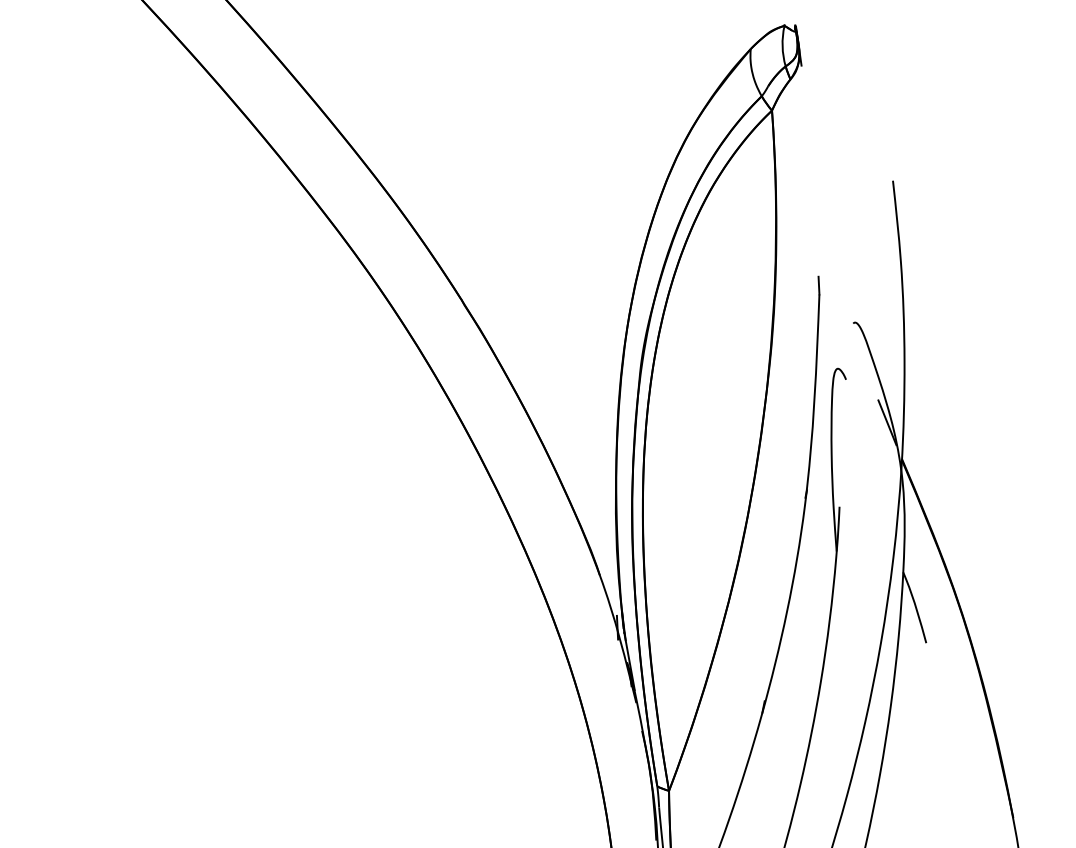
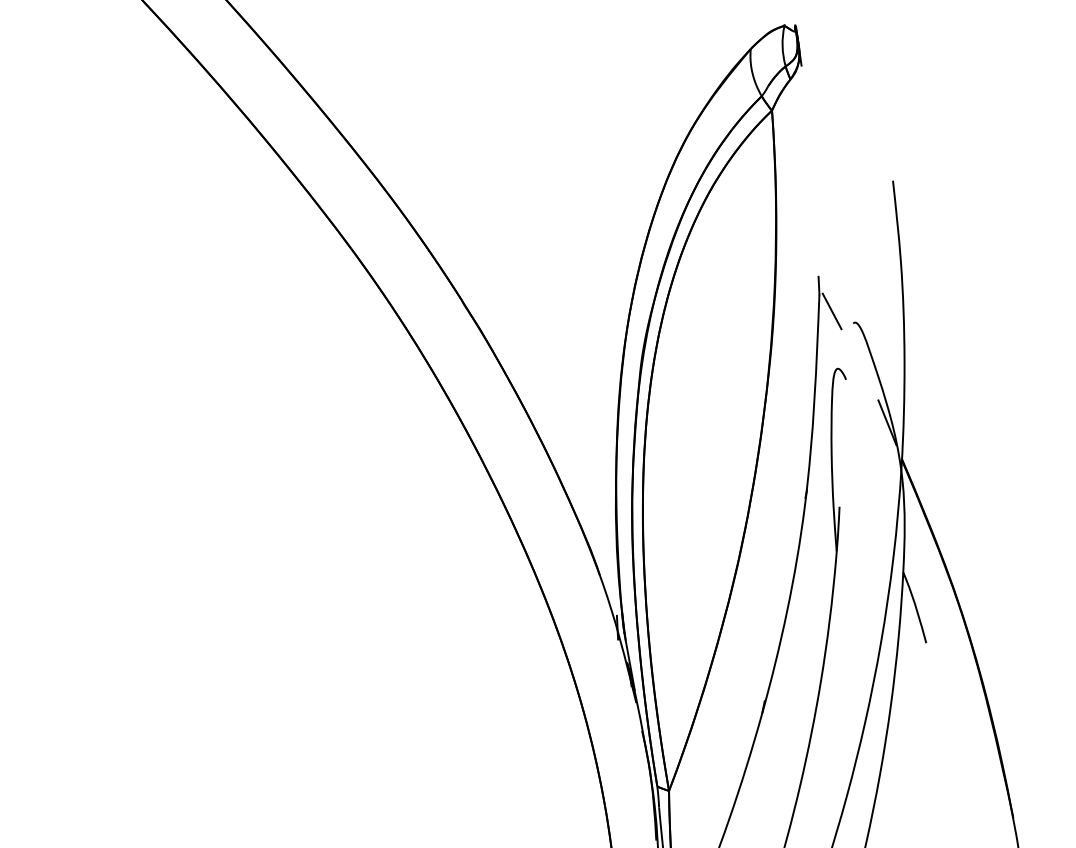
line at (831, 311): none -> present
